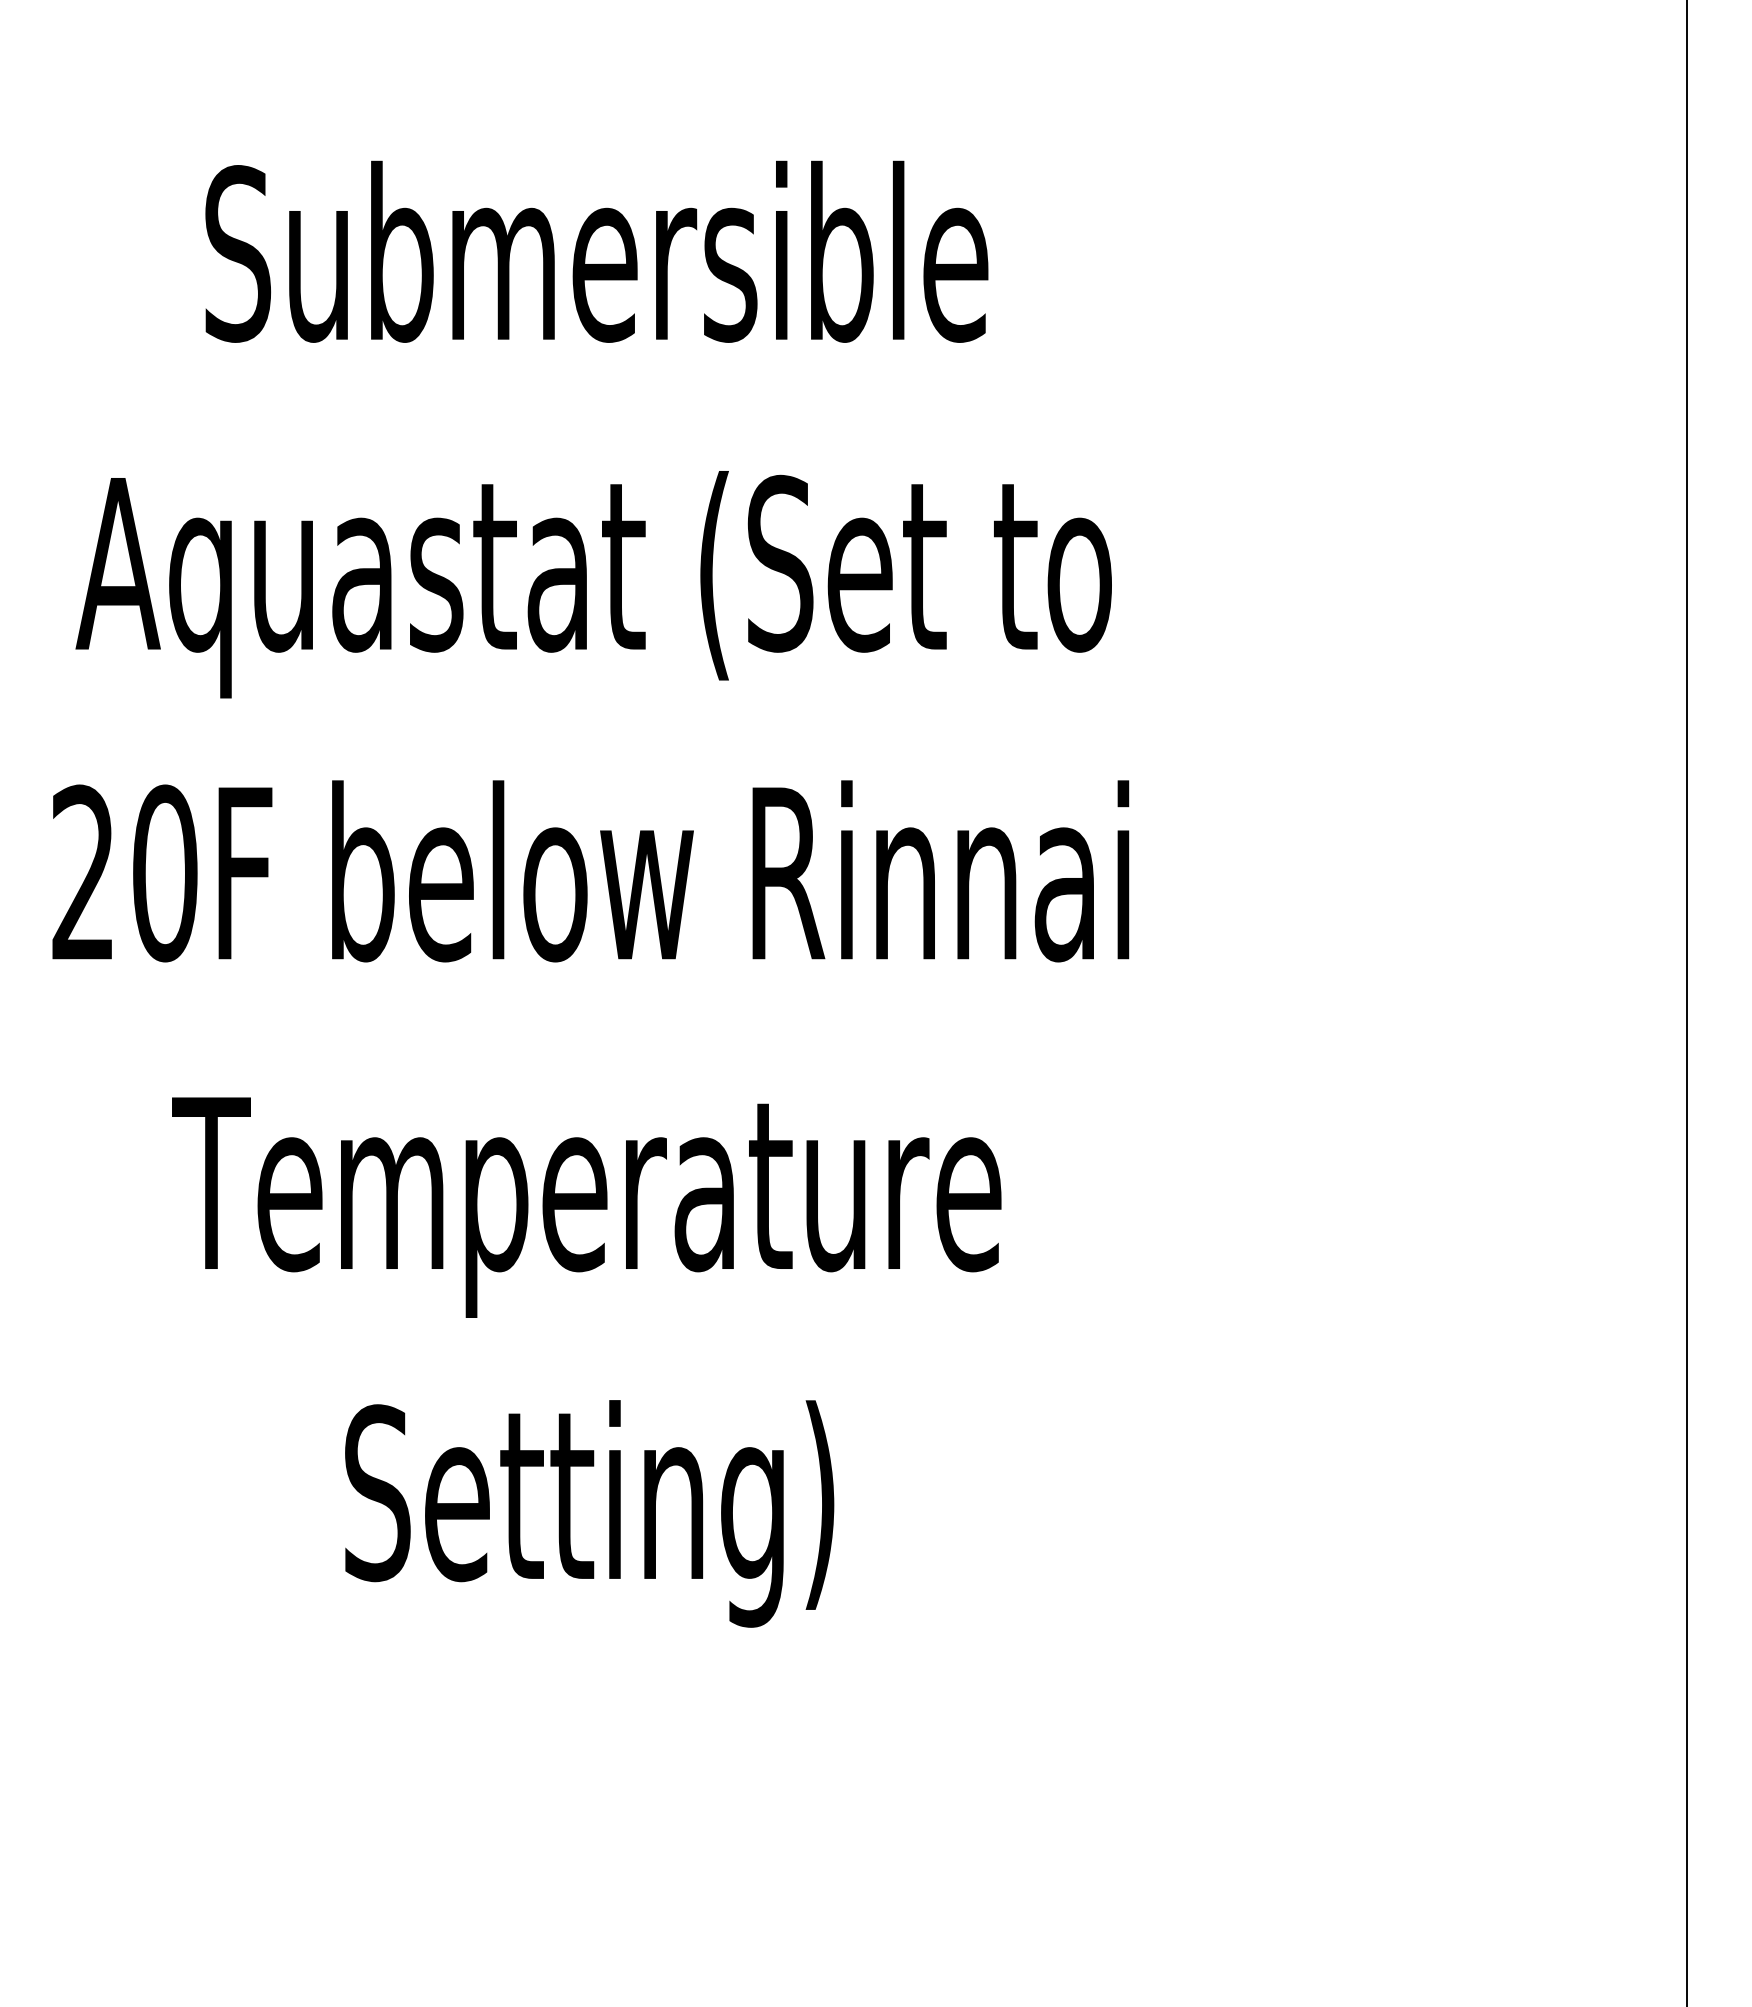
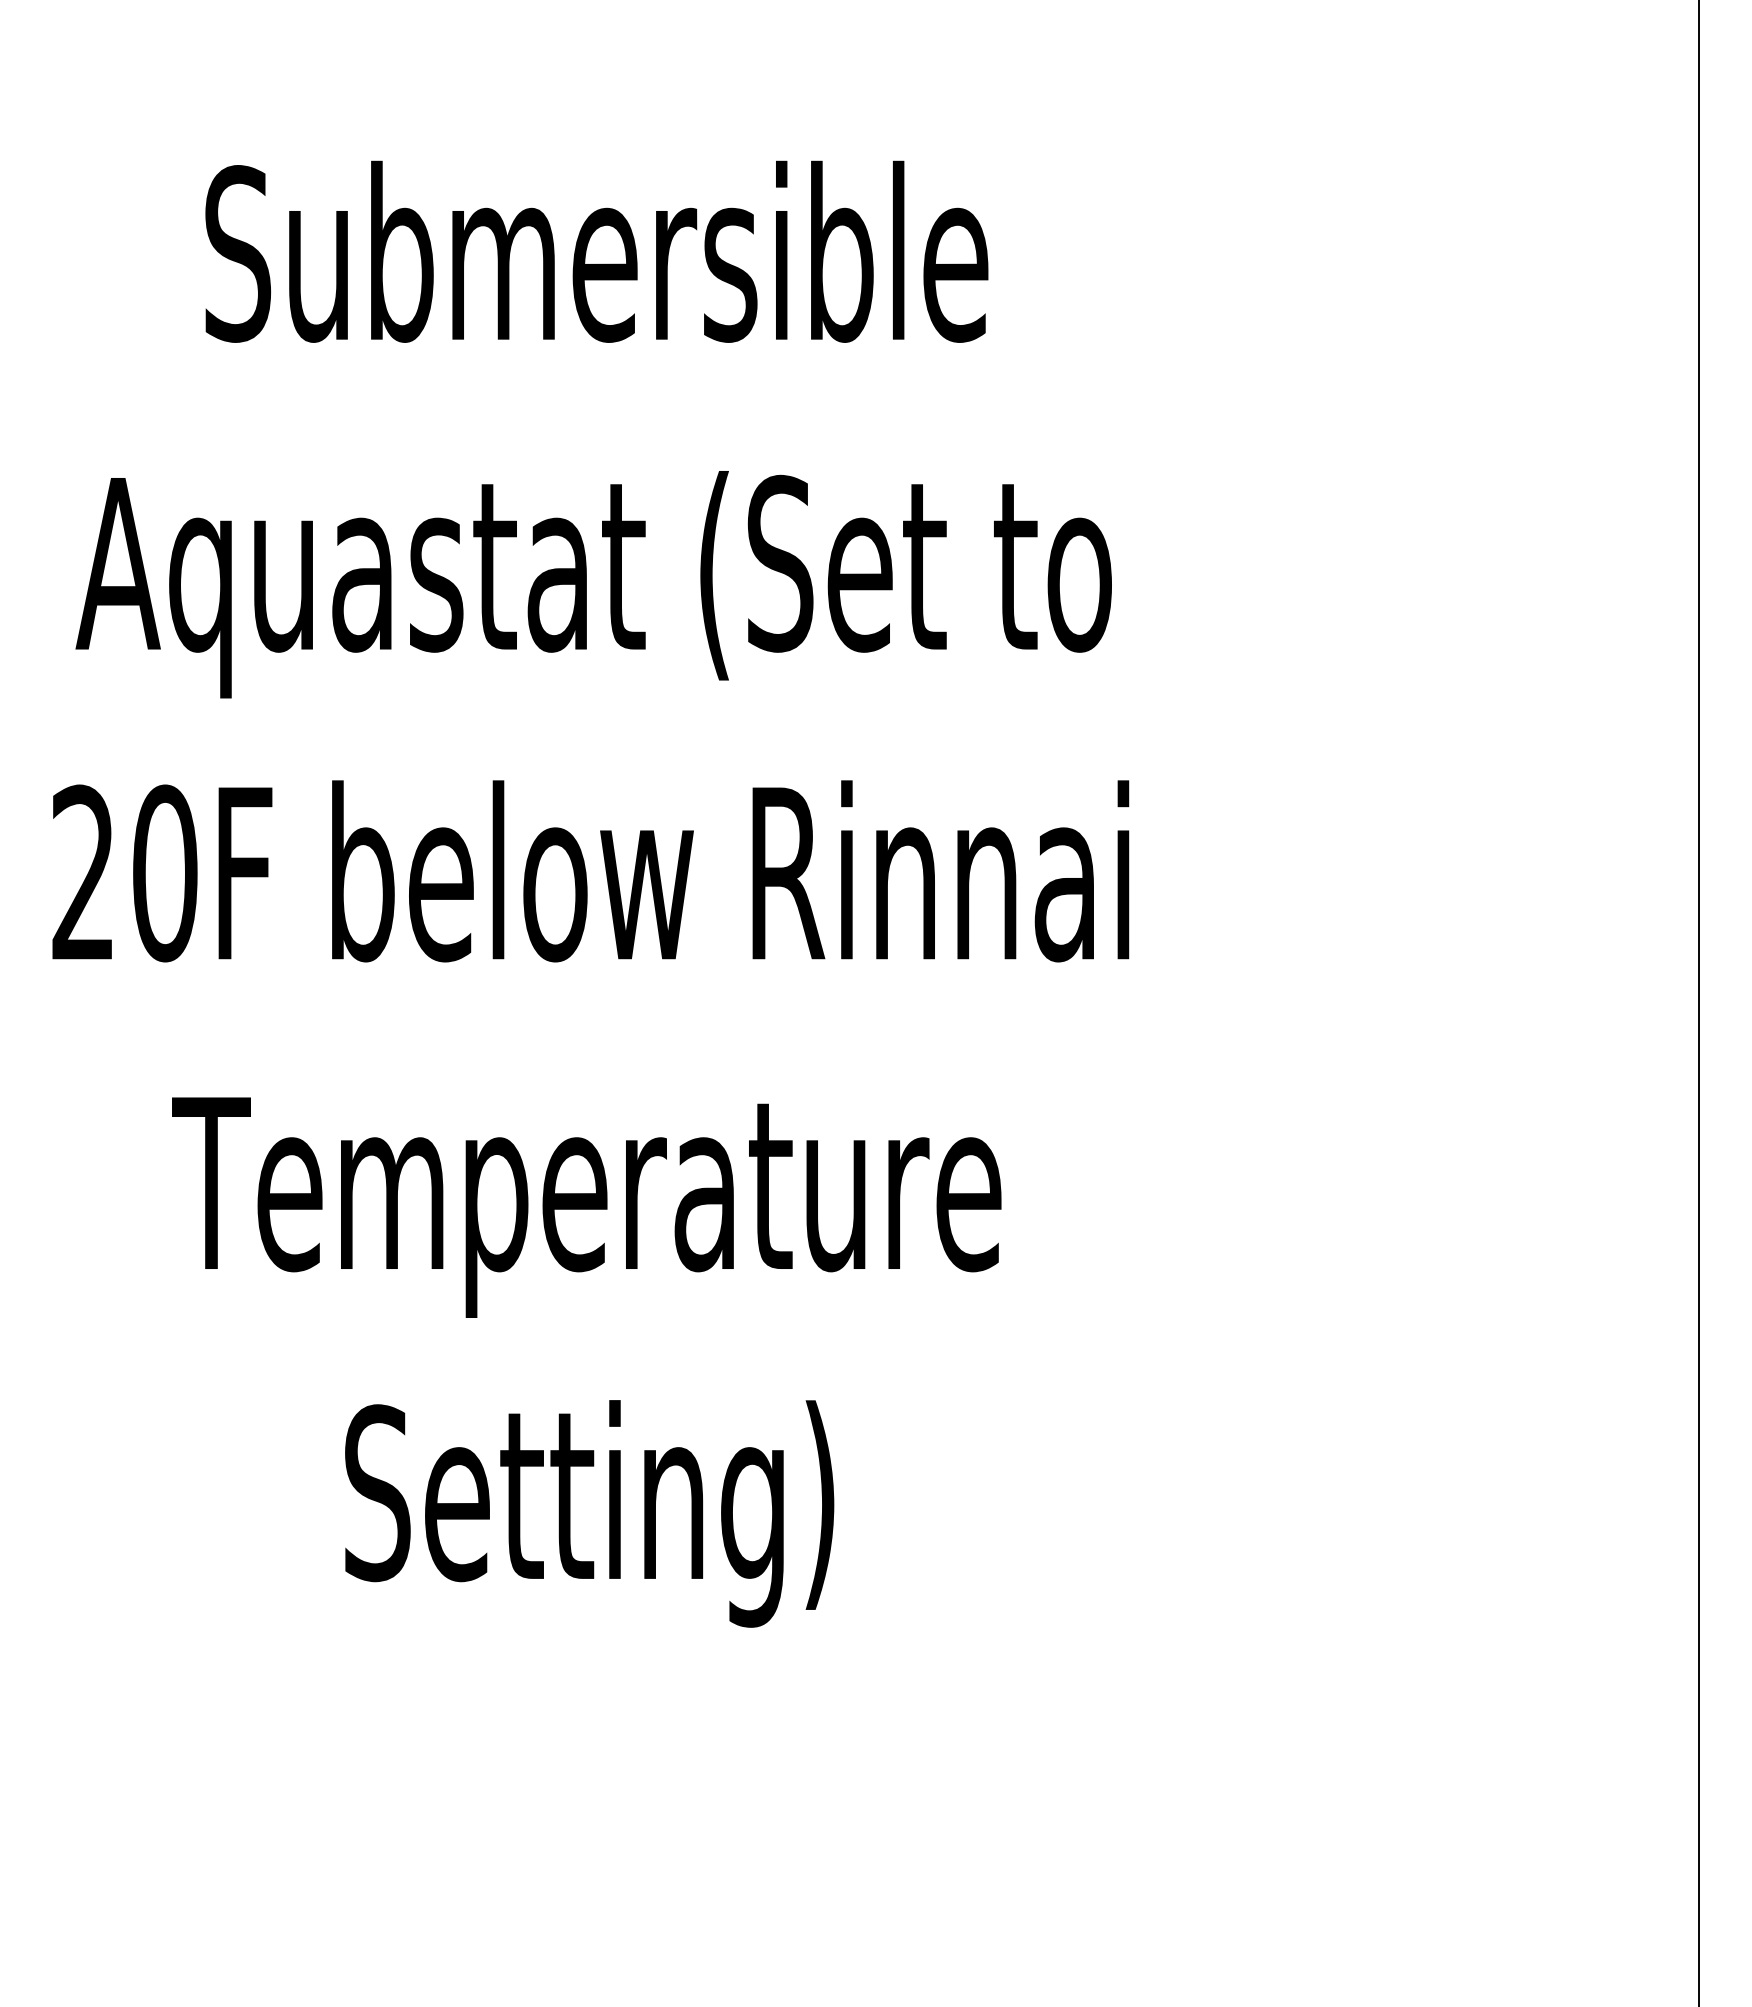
line at (1687, 1002) position: (1687, 1002) -> (1699, 1002)
